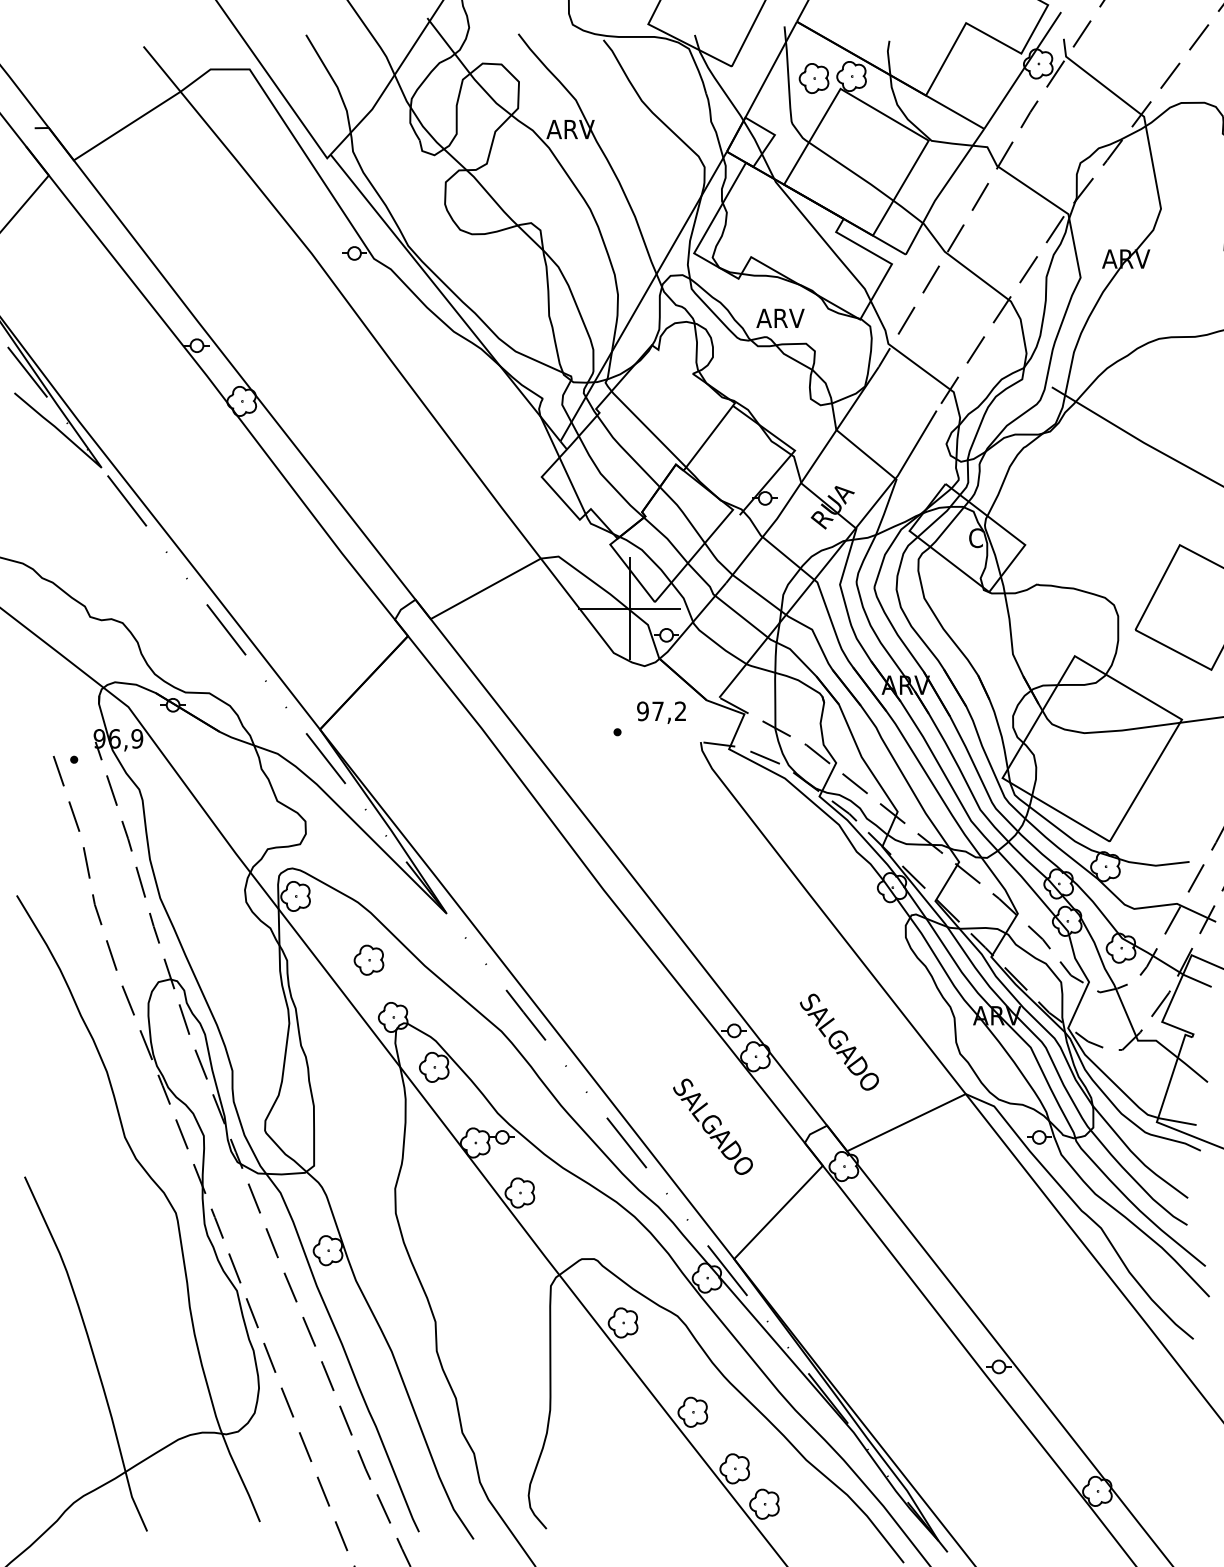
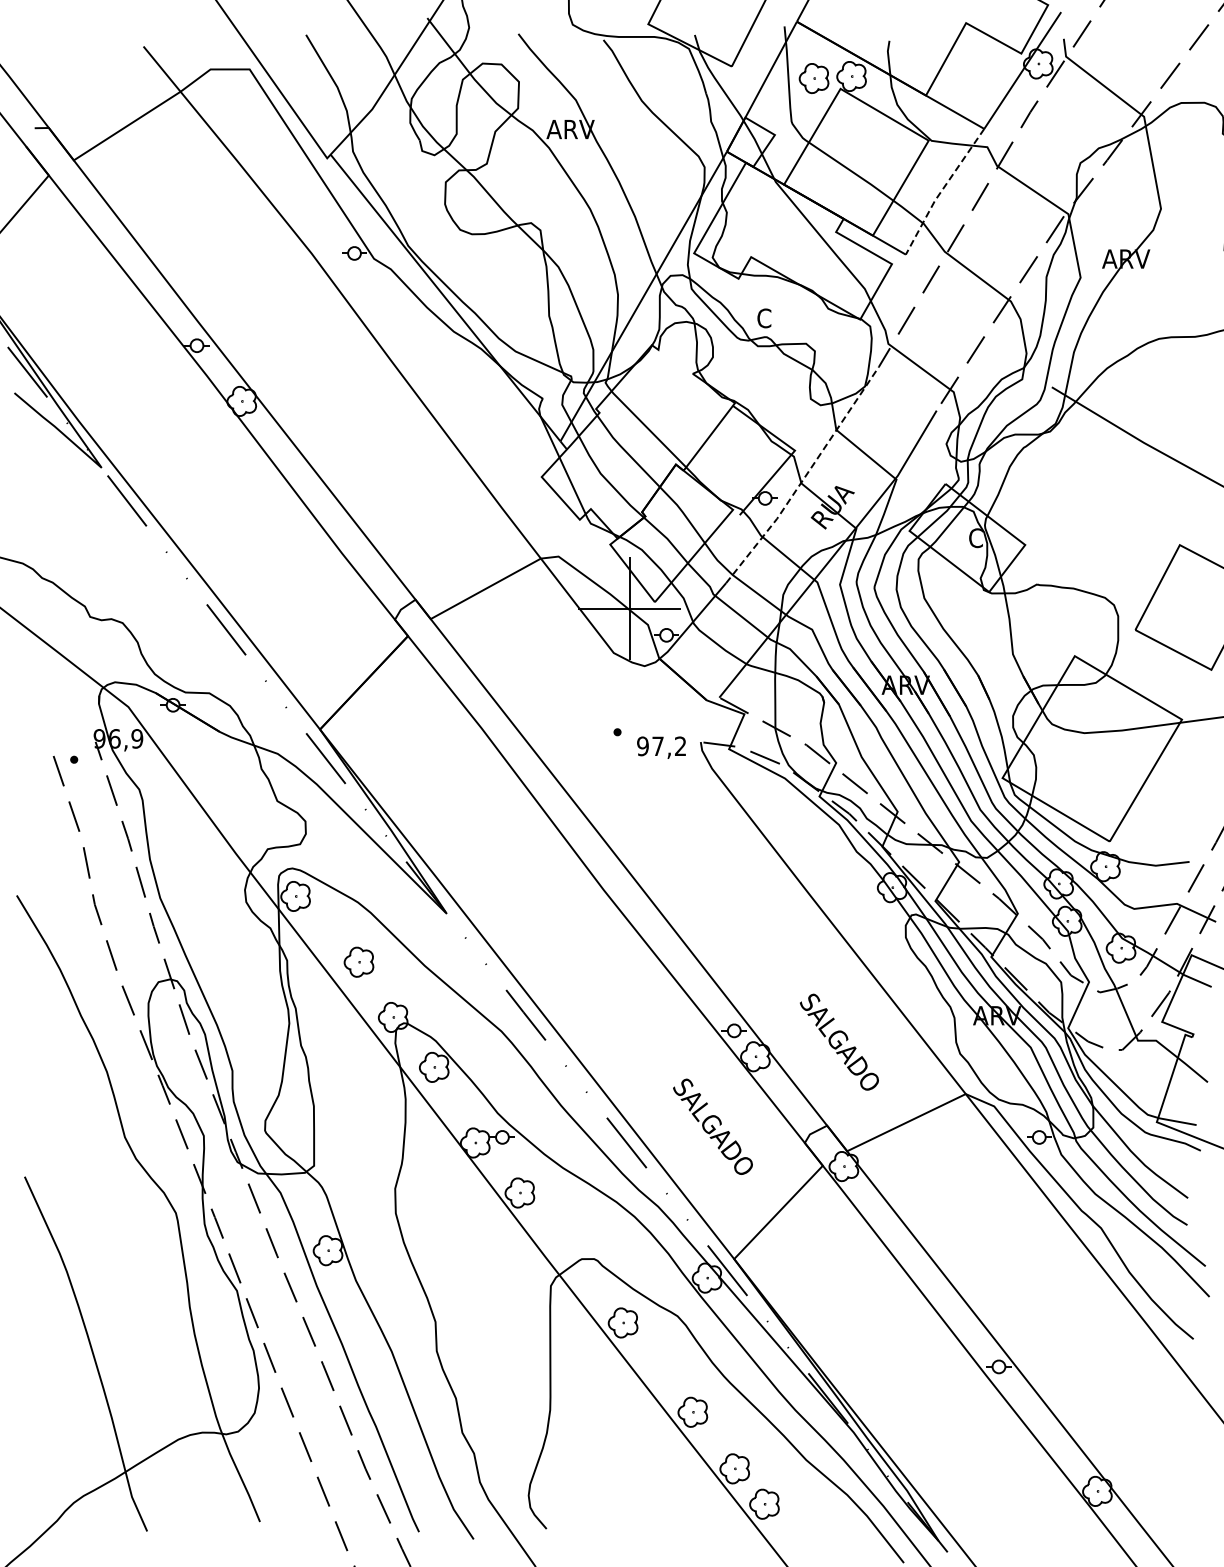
line at (941, 191): solid -> dashed
text at (780, 318): ARV -> C
line at (804, 477): solid -> dashed
text at (661, 712) position: (661, 712) -> (661, 747)
part at (368, 959) position: (368, 959) -> (358, 961)
